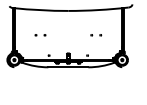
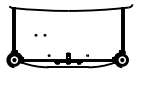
part at (96, 35): present -> none
